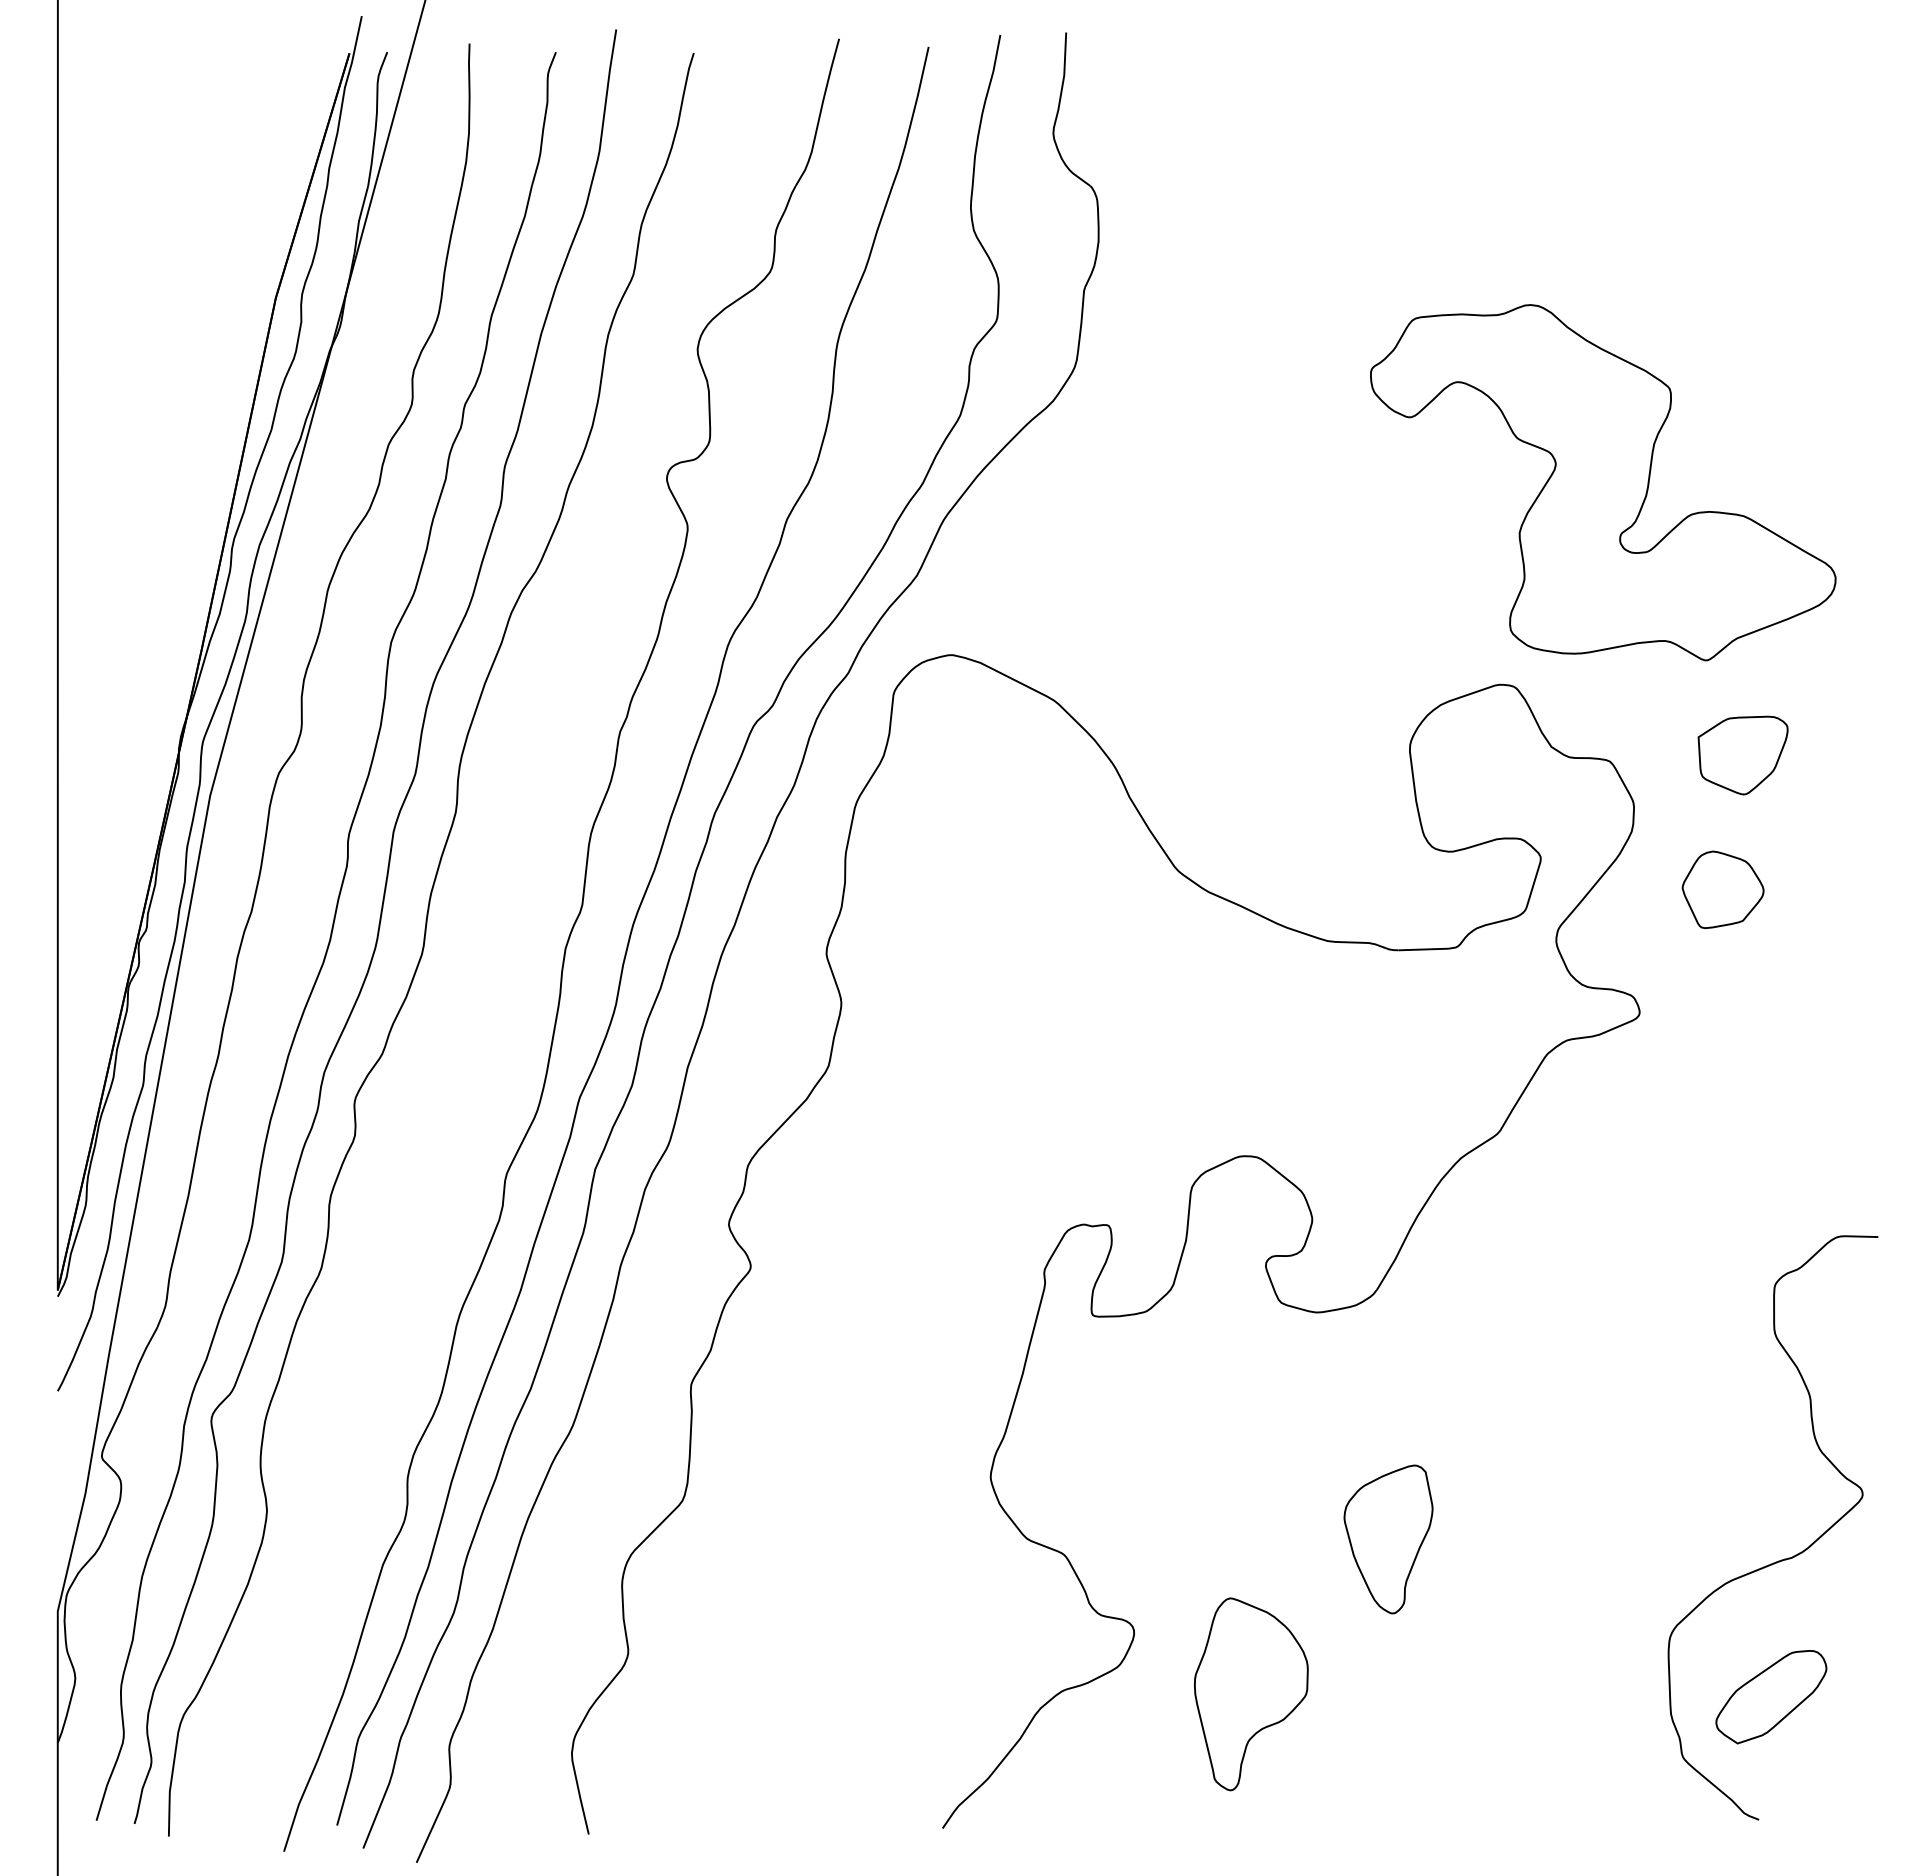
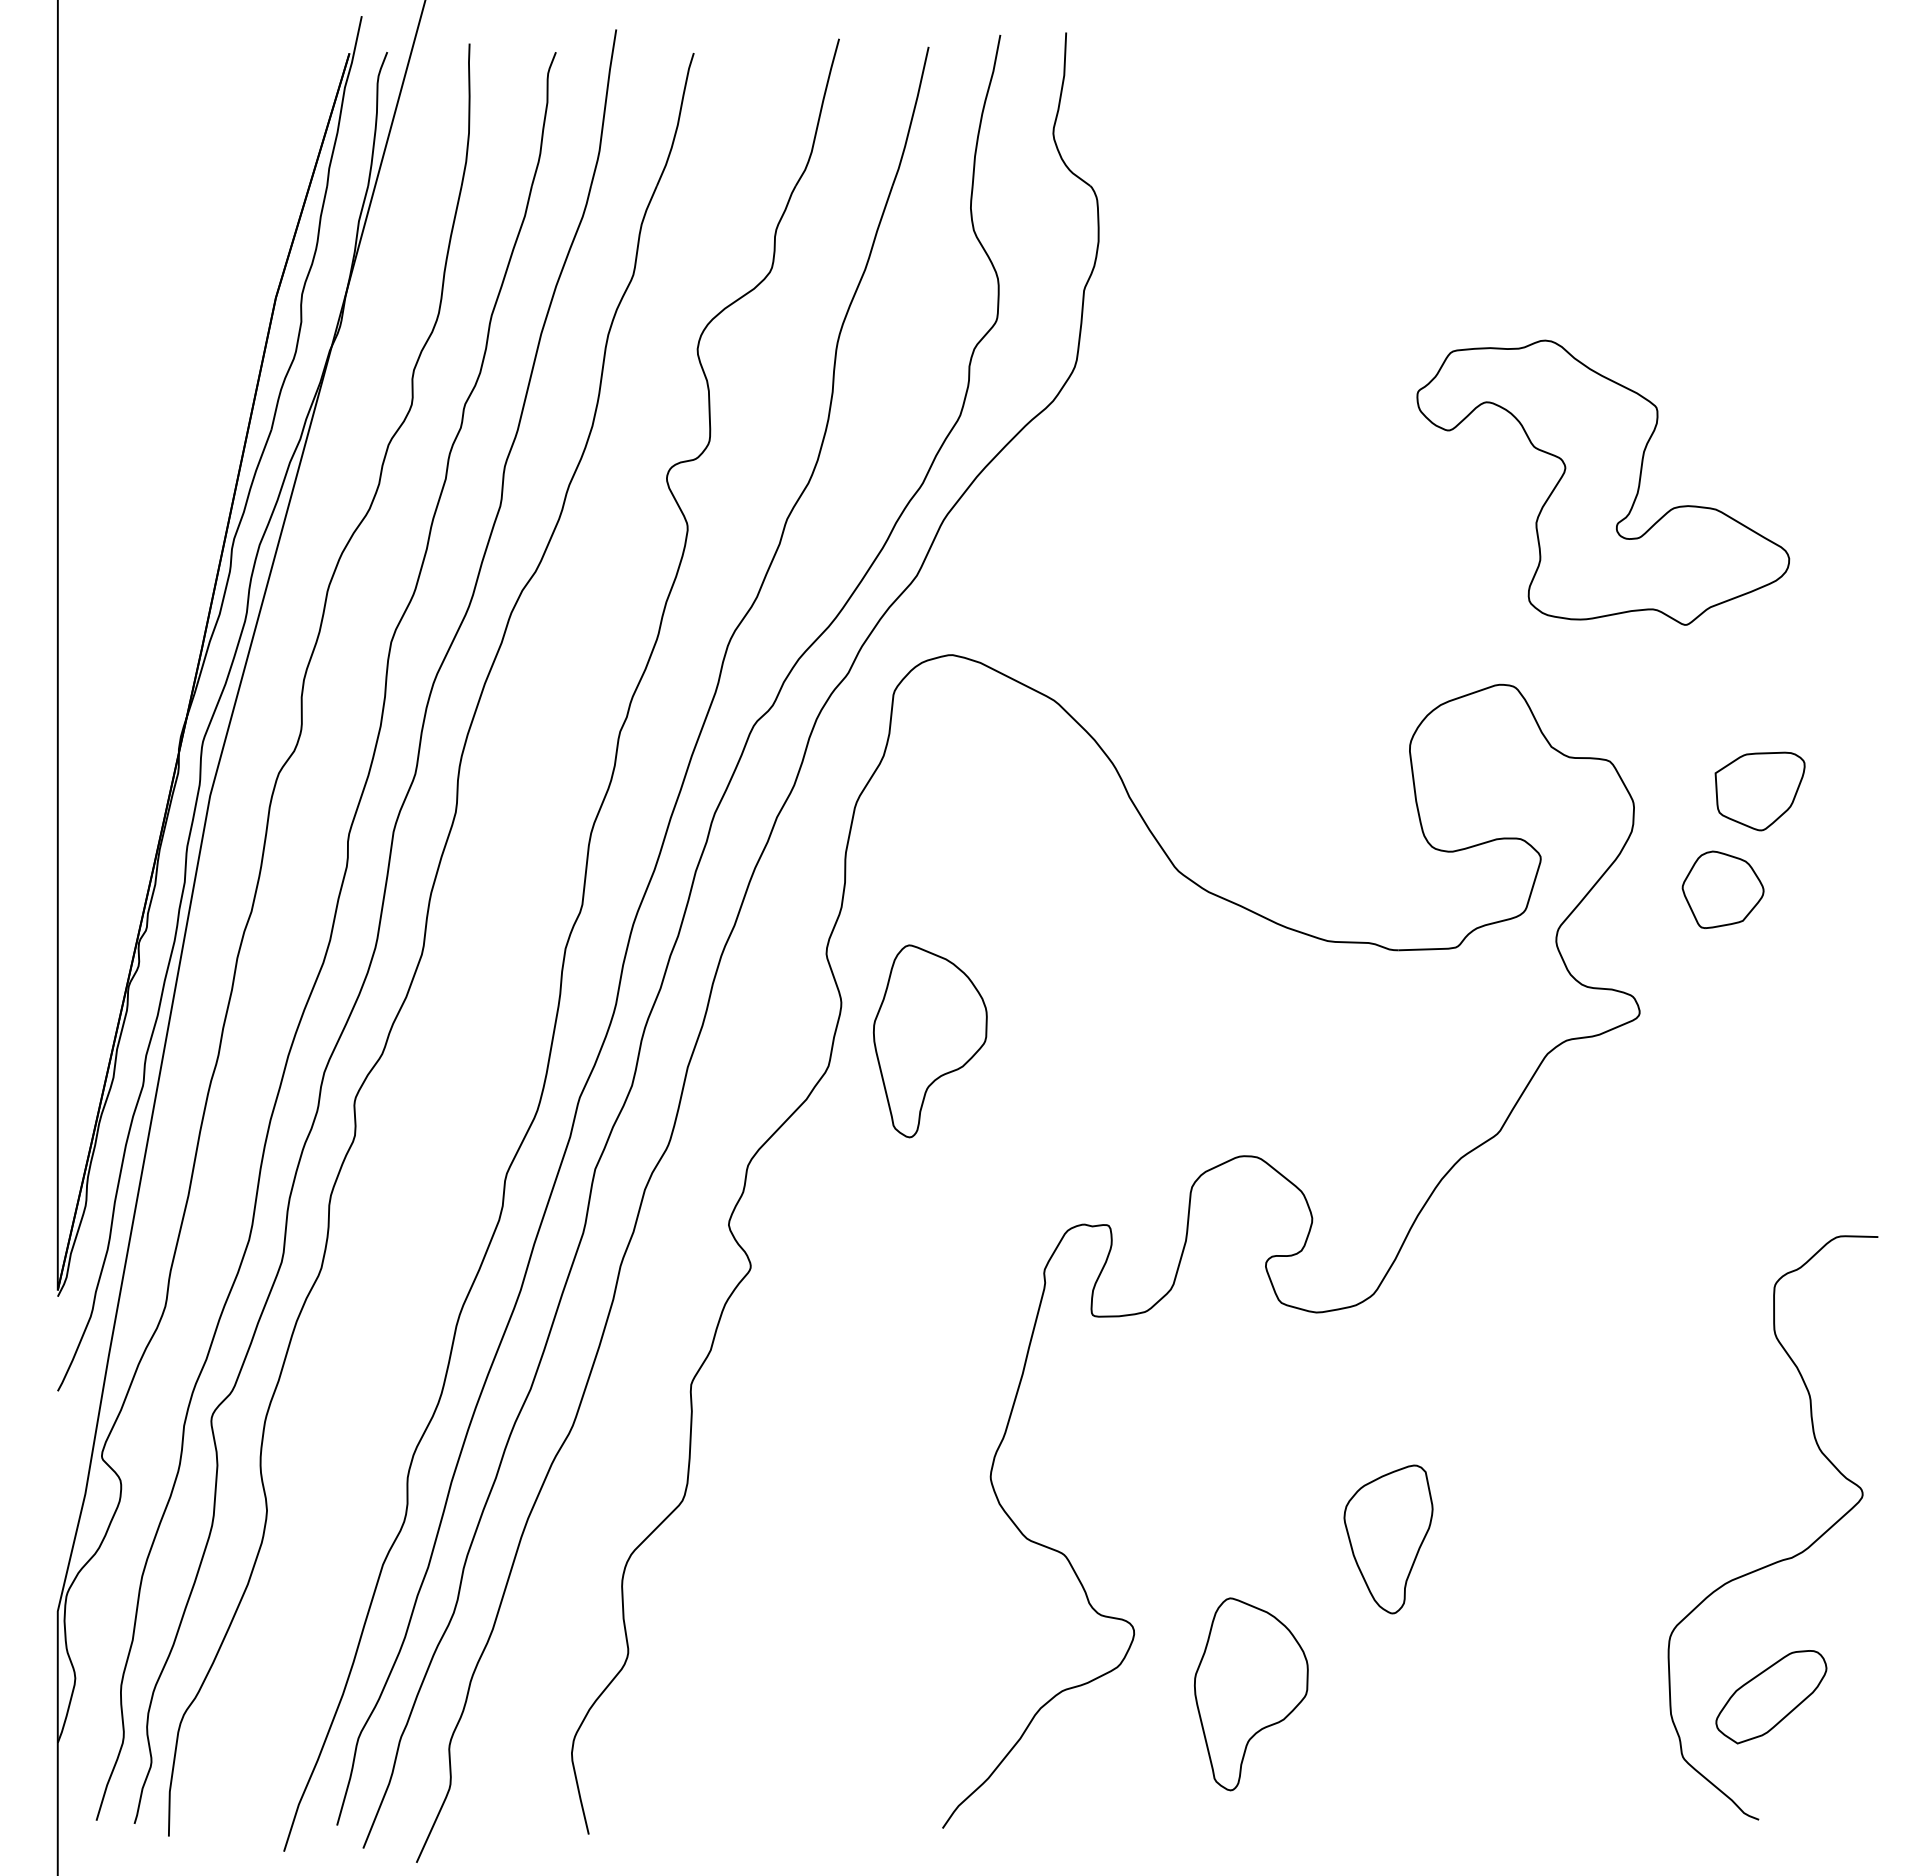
part at (1603, 482) size: 467x358 px -> 375x287 px
part at (1742, 755) position: (1742, 755) -> (1759, 791)
part at (930, 1041): none -> present
